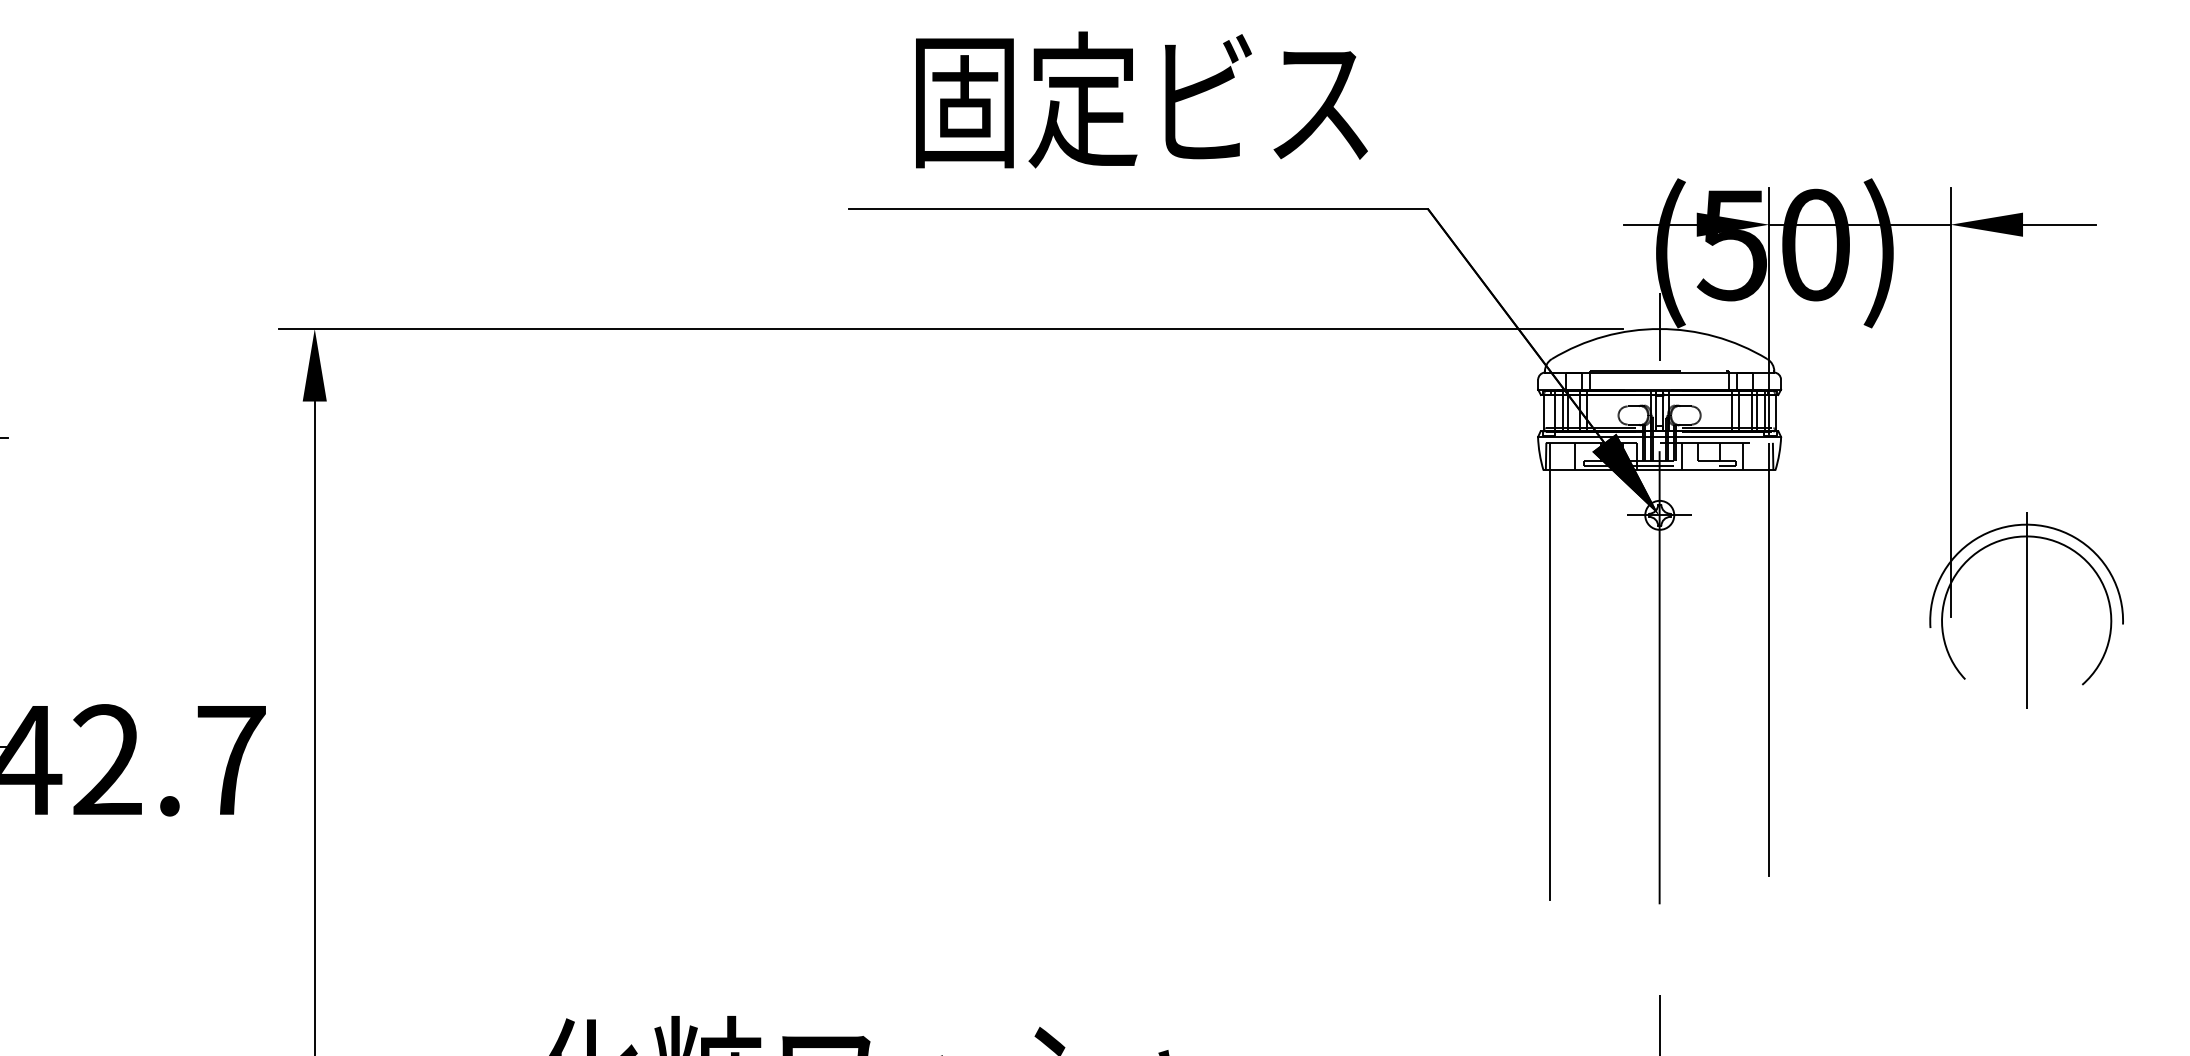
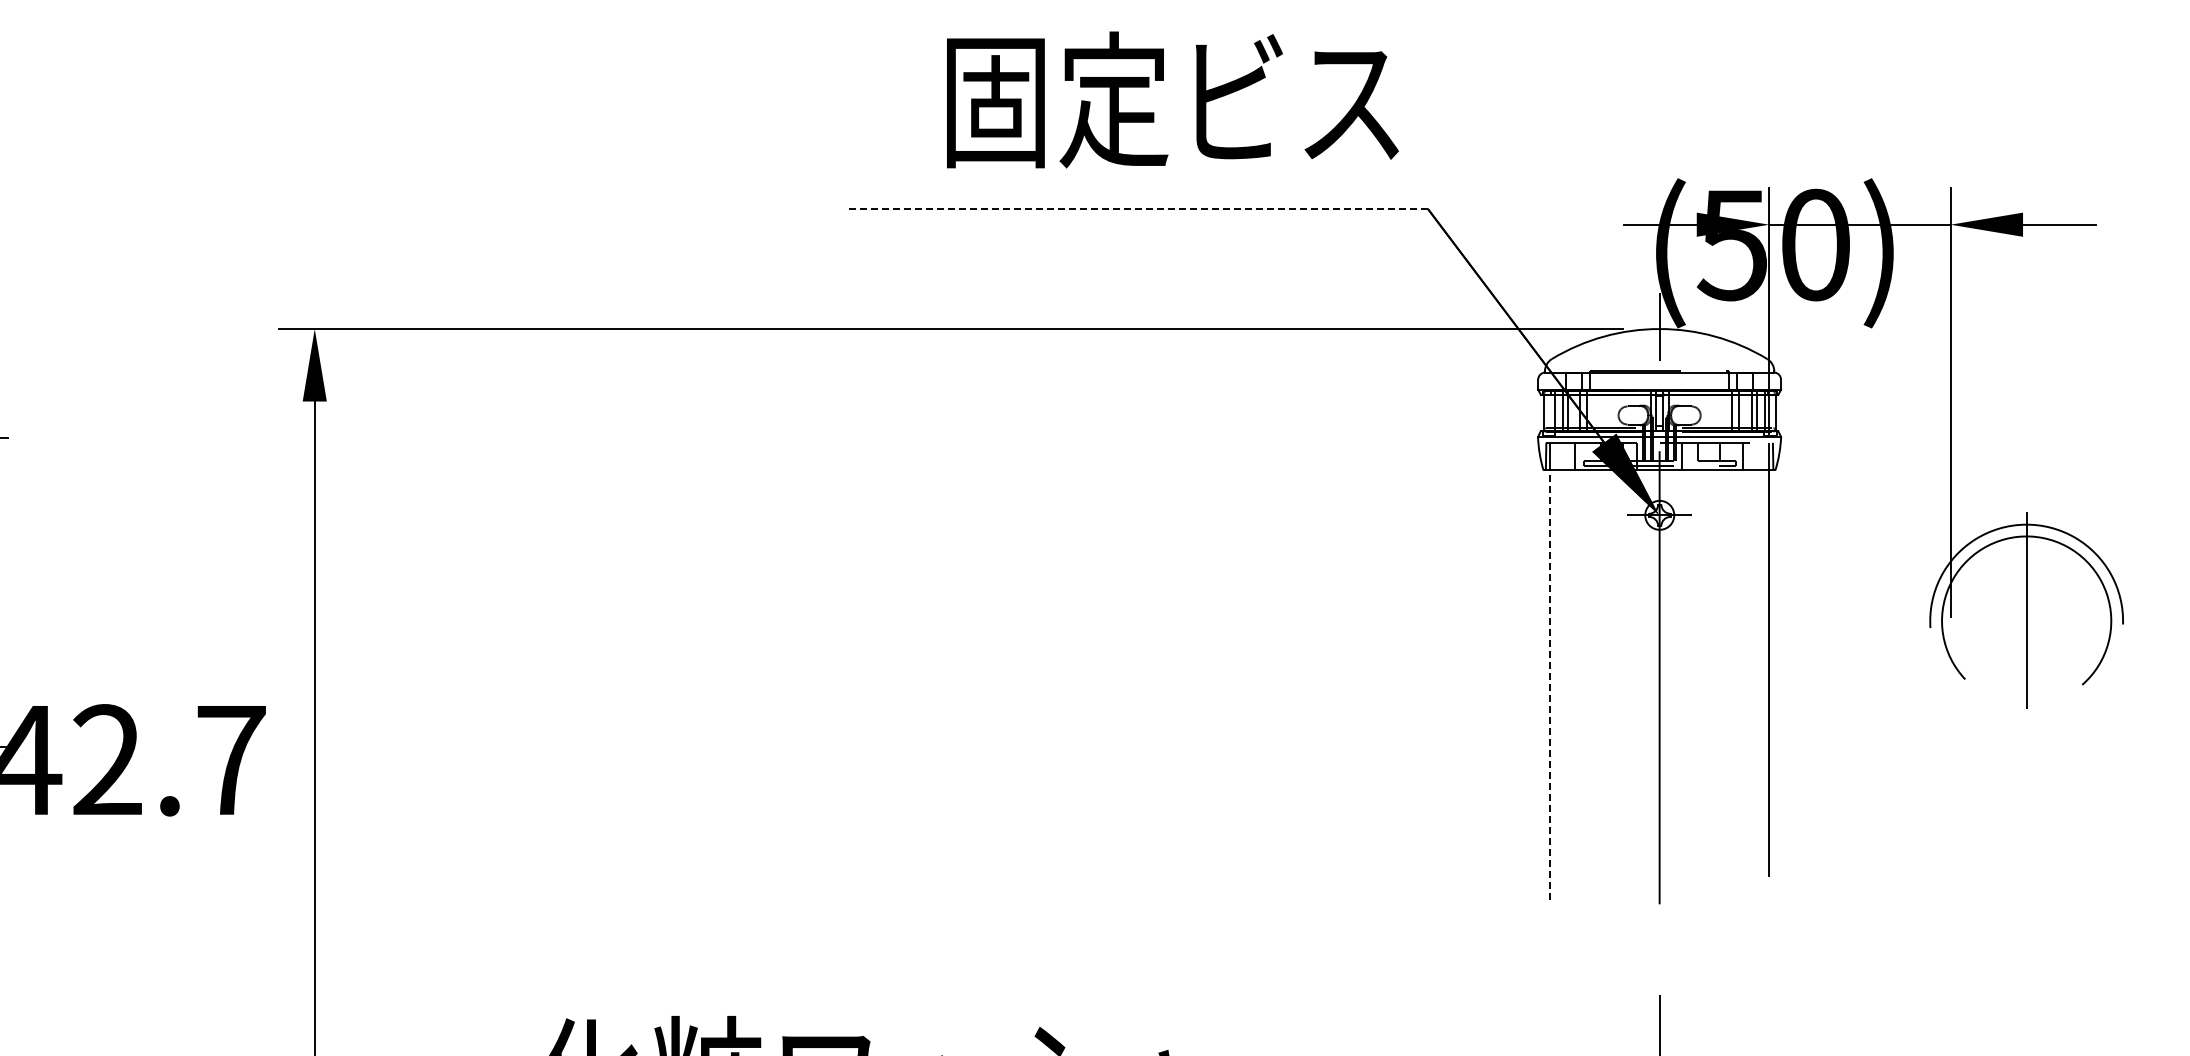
text at (1141, 99) position: (1141, 99) -> (1172, 99)
line at (1139, 209): solid -> dashed
line at (1549, 685): solid -> dashed
